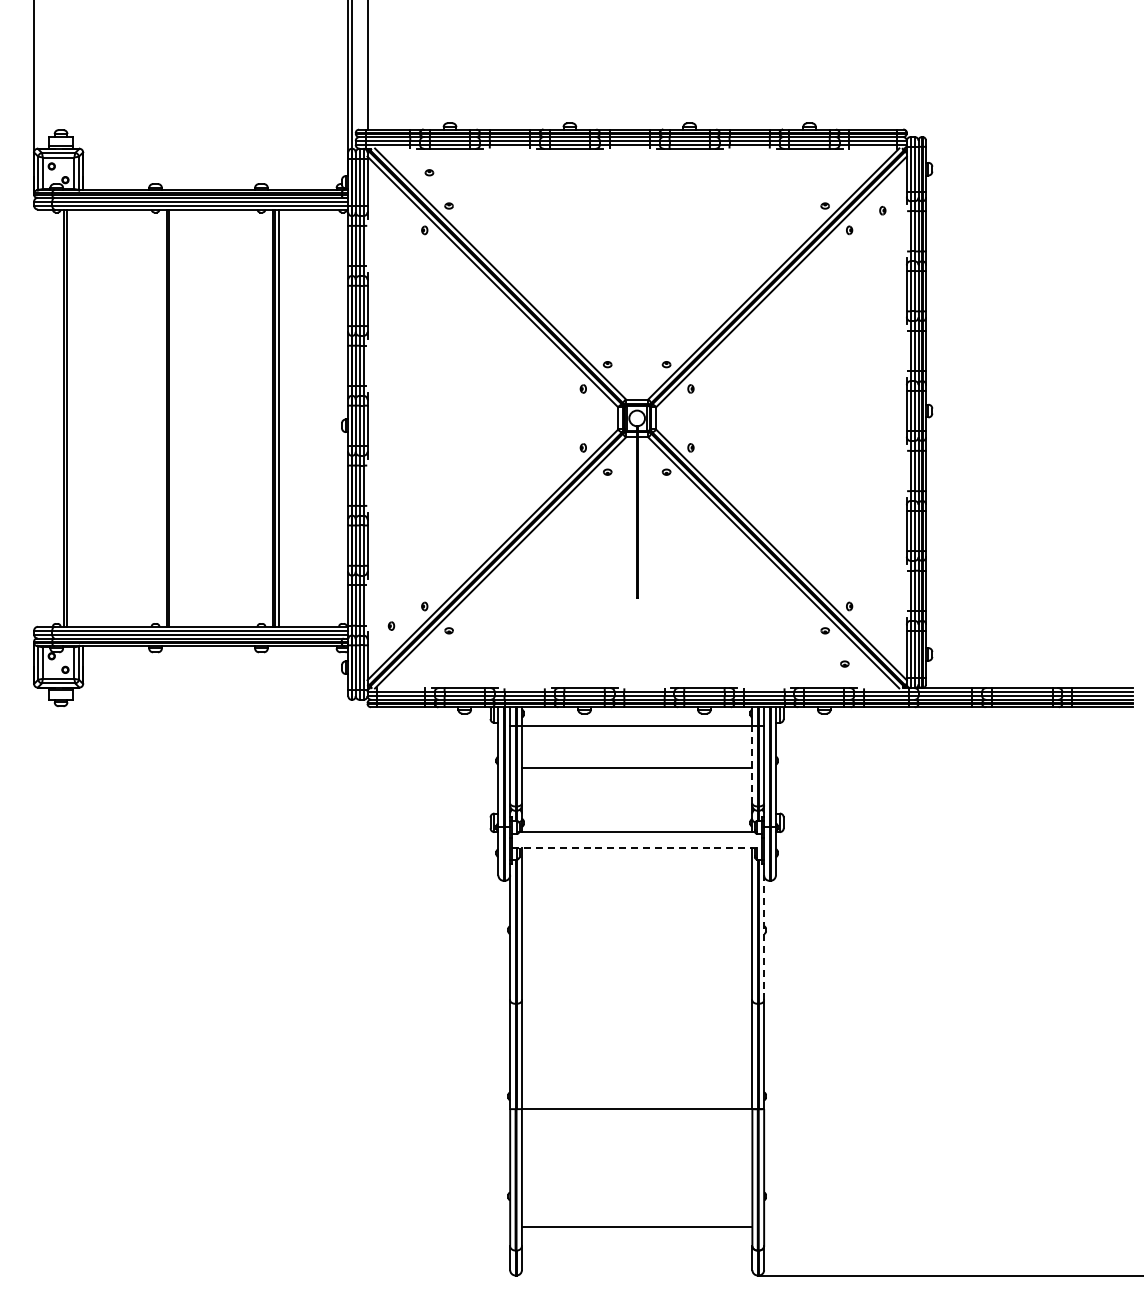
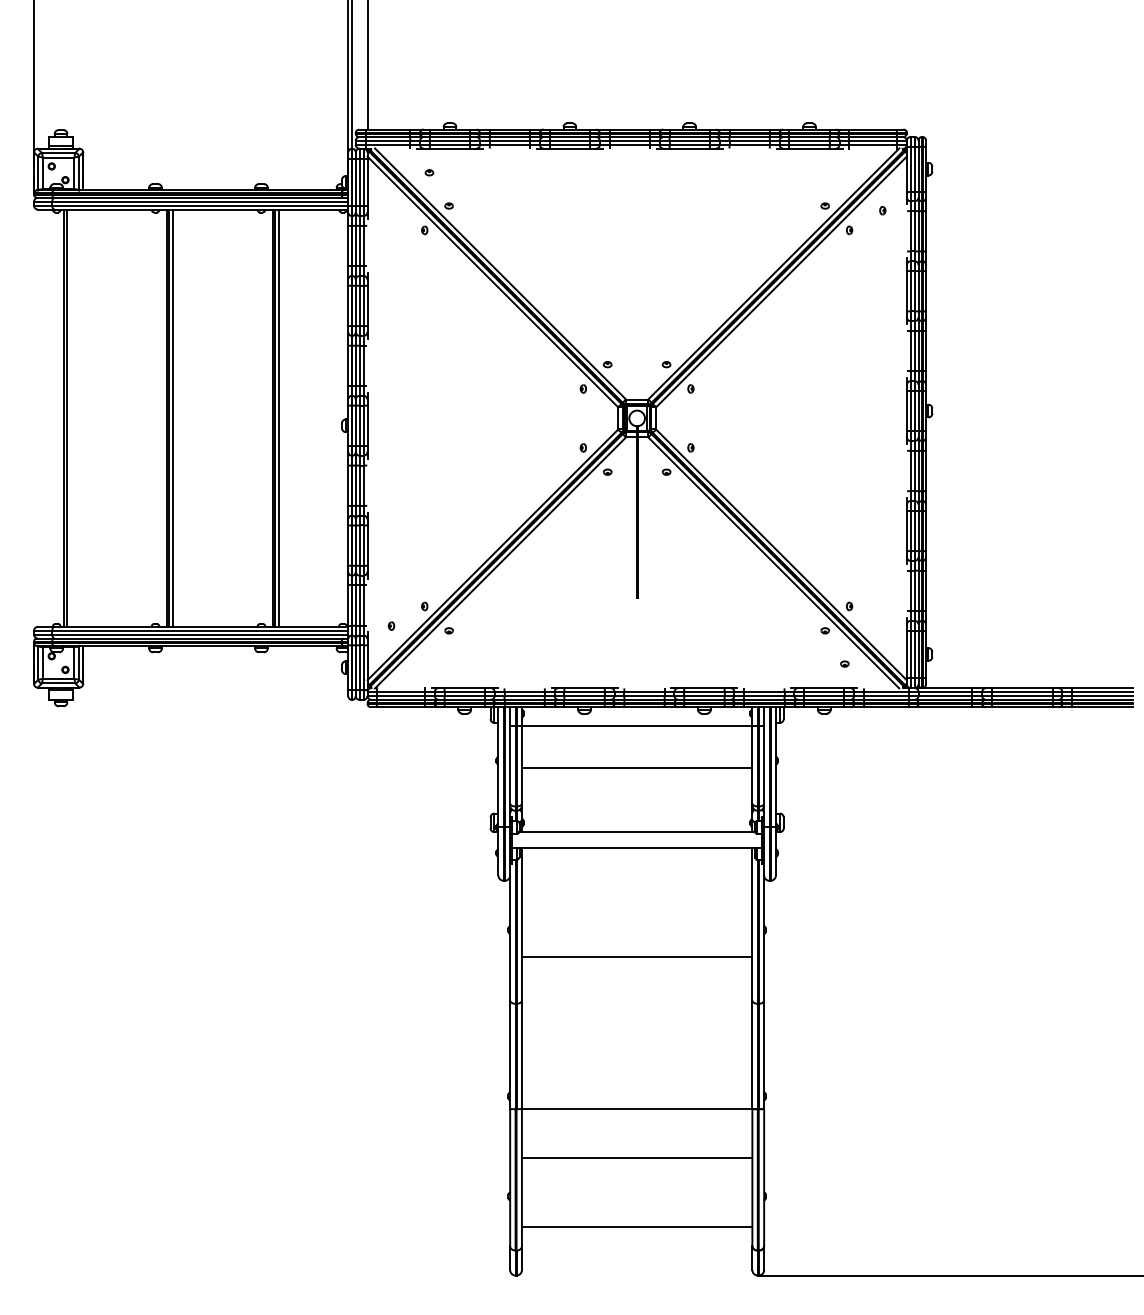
line at (173, 417): none -> present
line at (752, 764): dashed -> solid
line at (637, 848): dashed -> solid
line at (764, 937): dashed -> solid
line at (636, 956): none -> present
line at (636, 1158): none -> present
